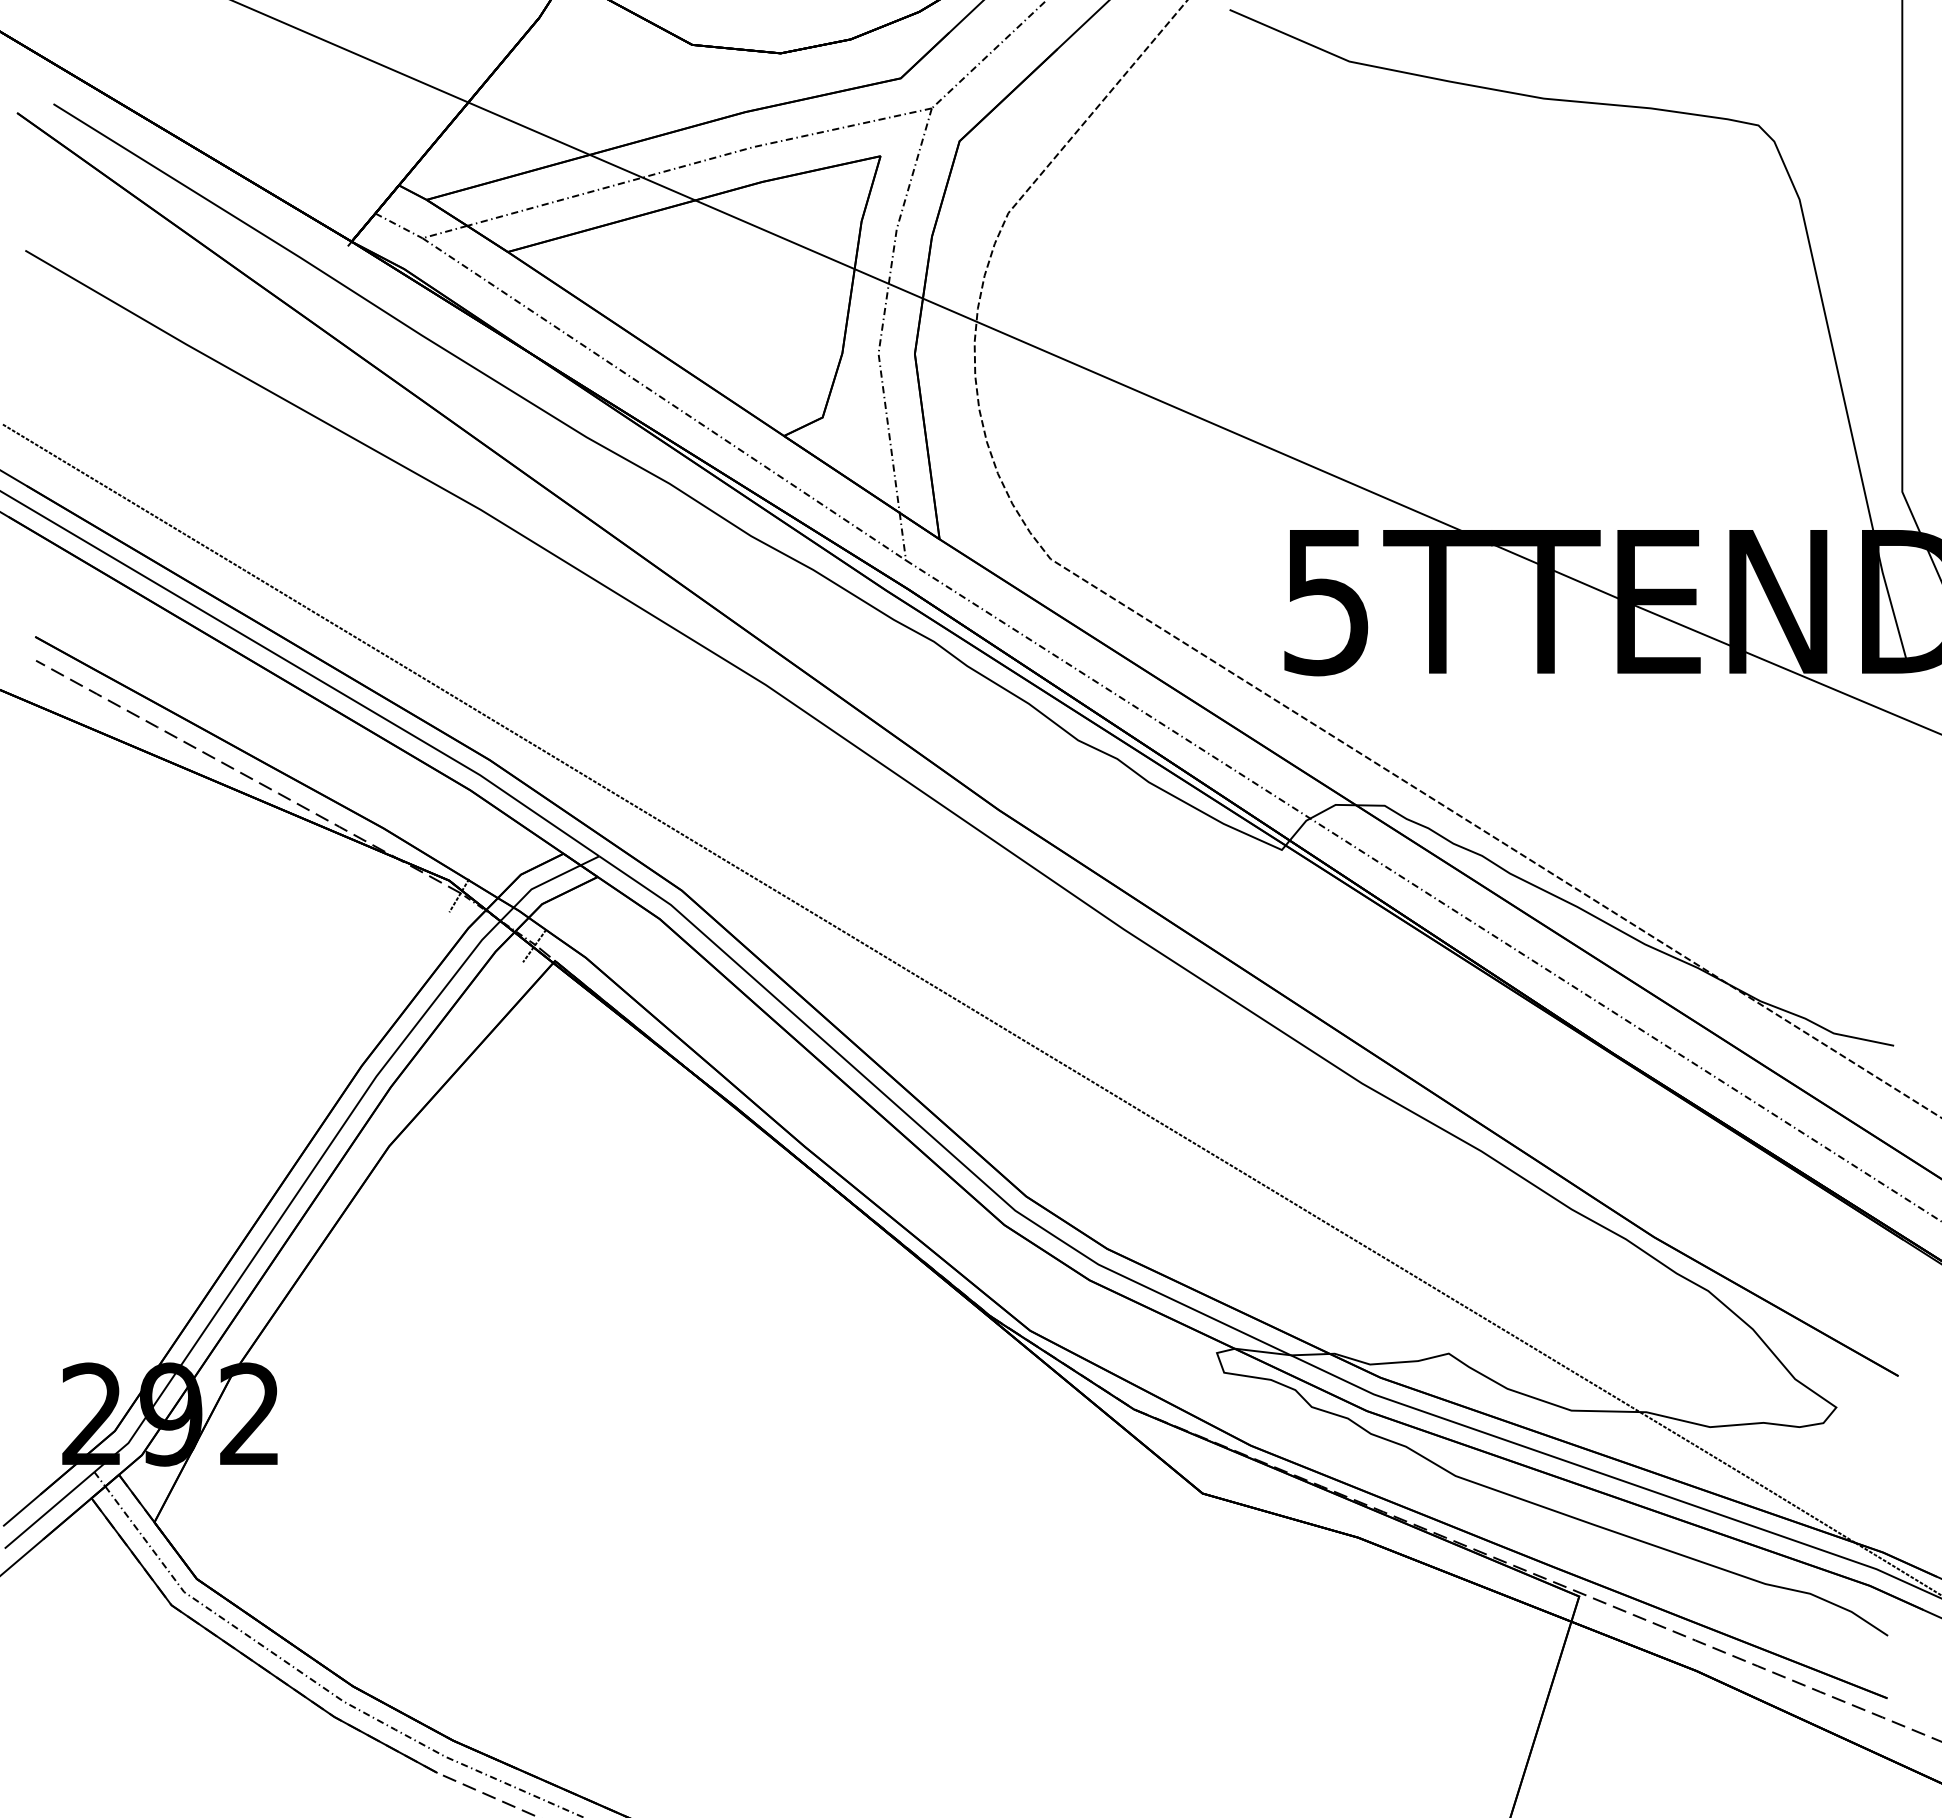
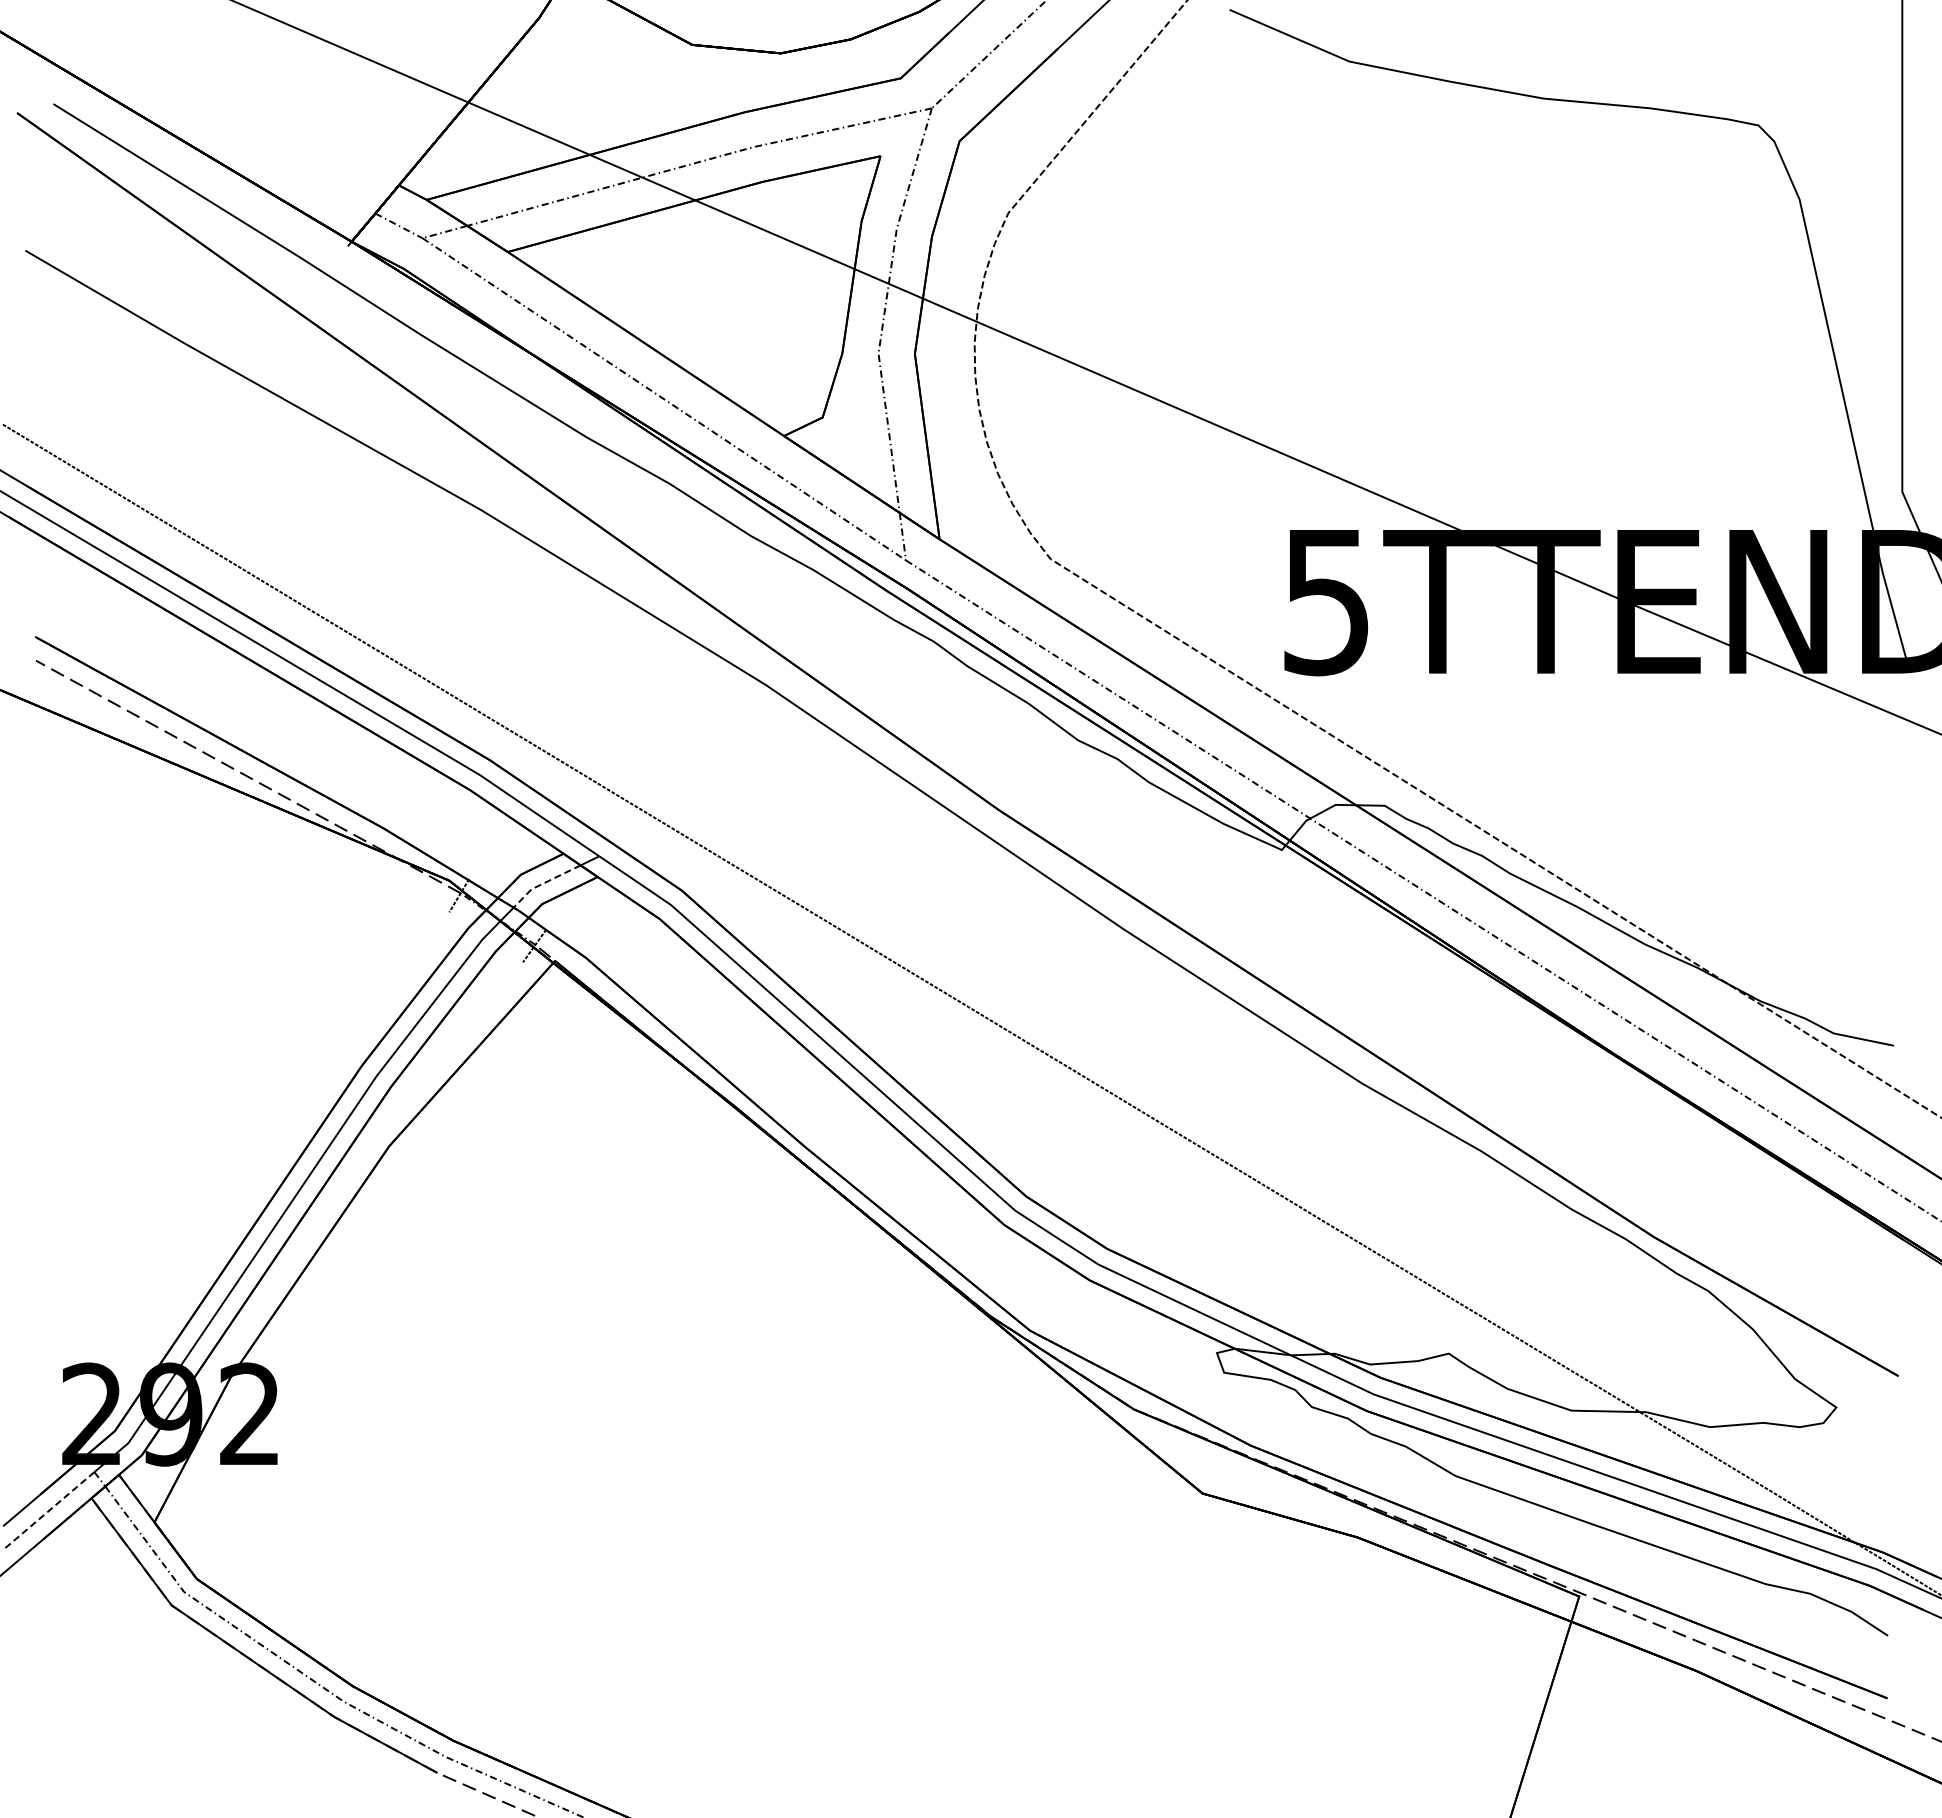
line at (544, 883): solid -> dashed
line at (48, 1510): solid -> dashed
